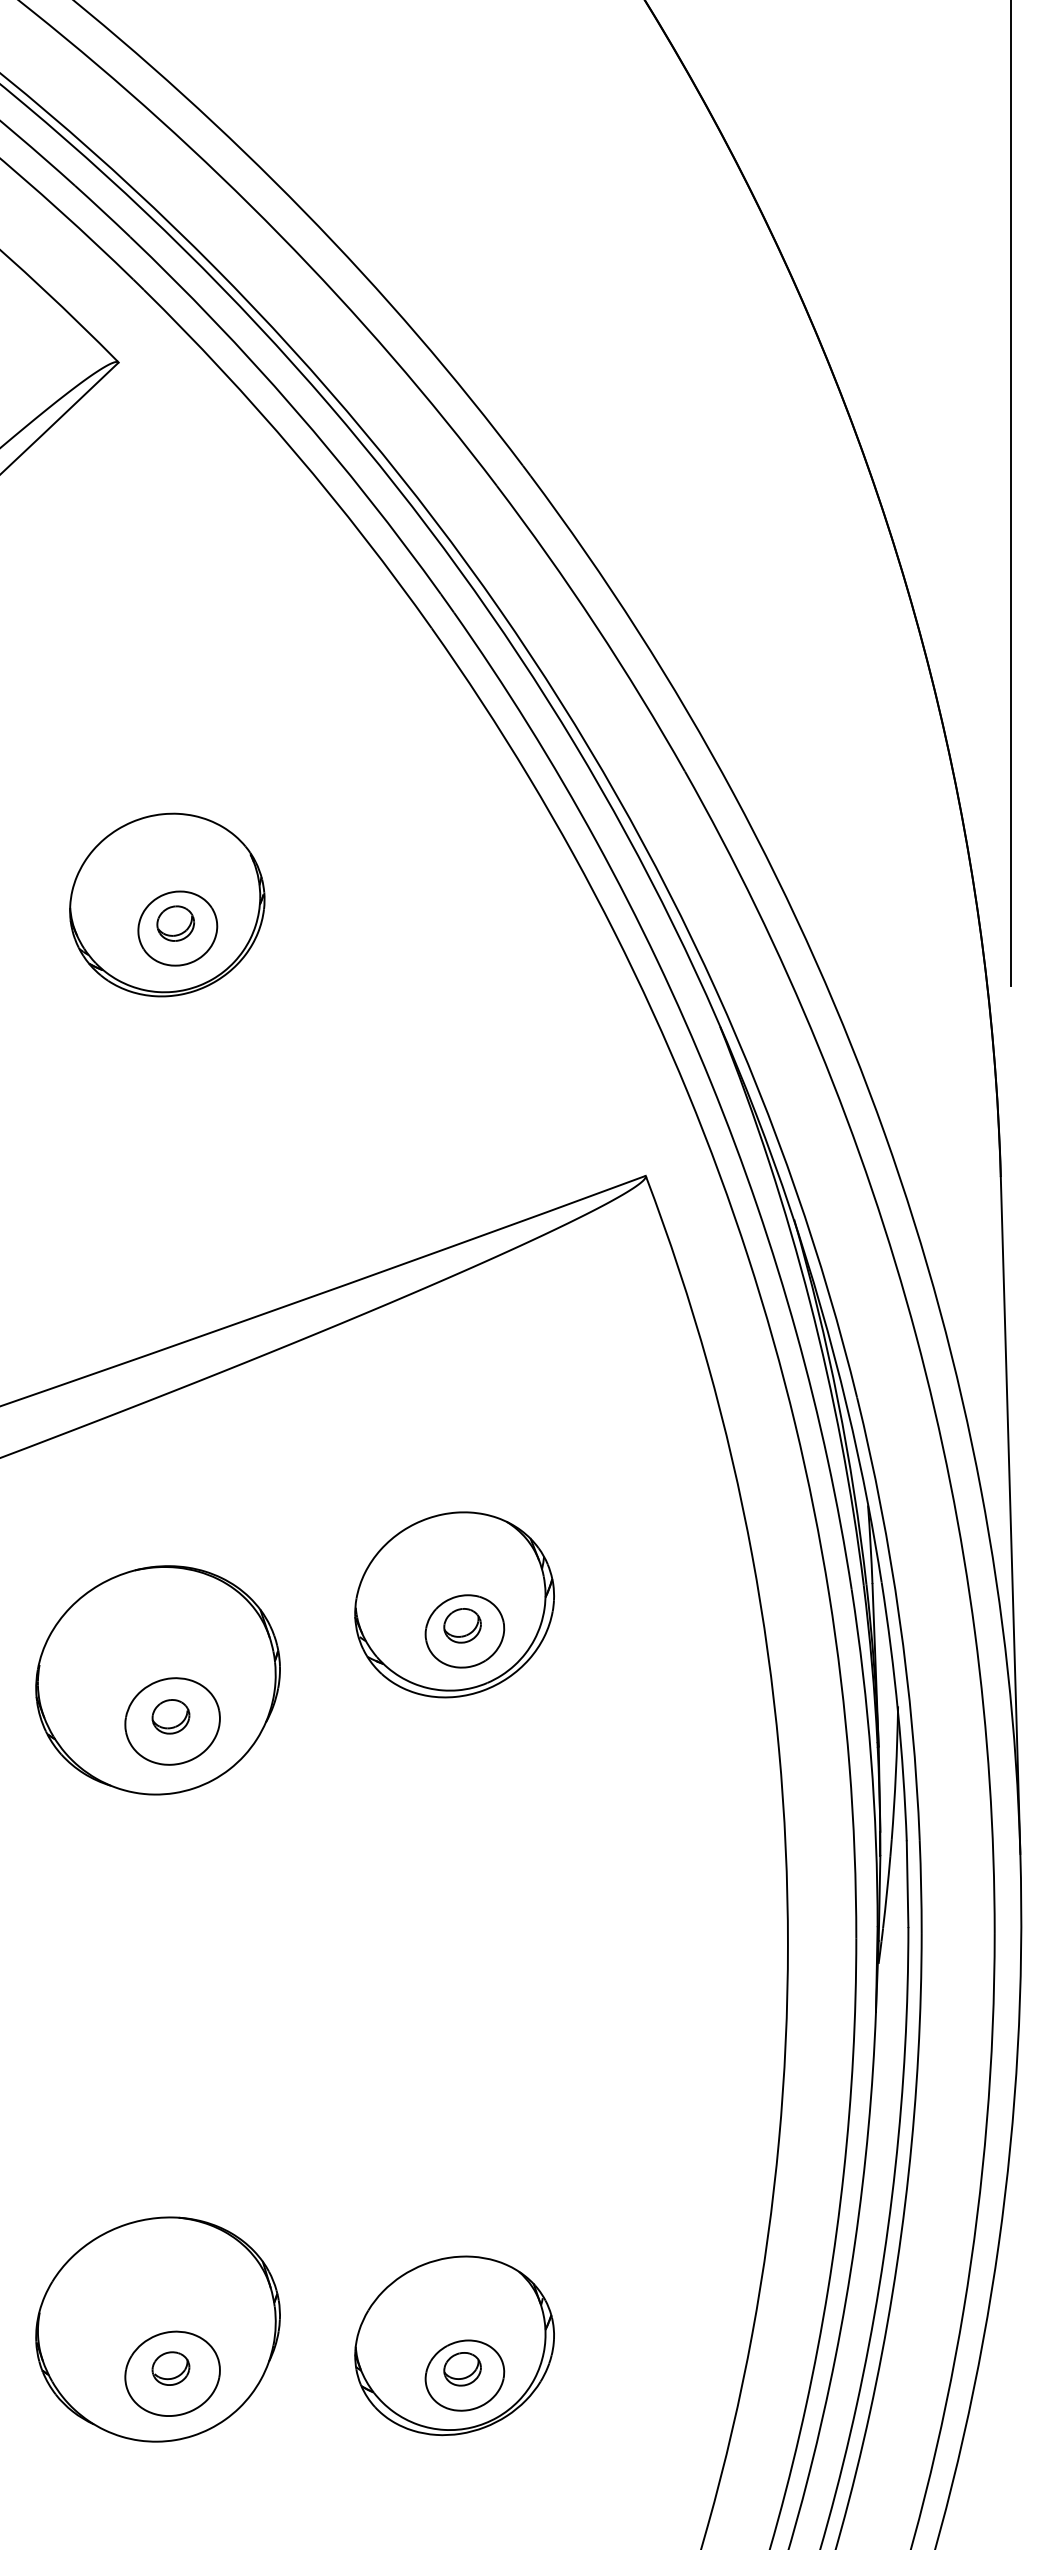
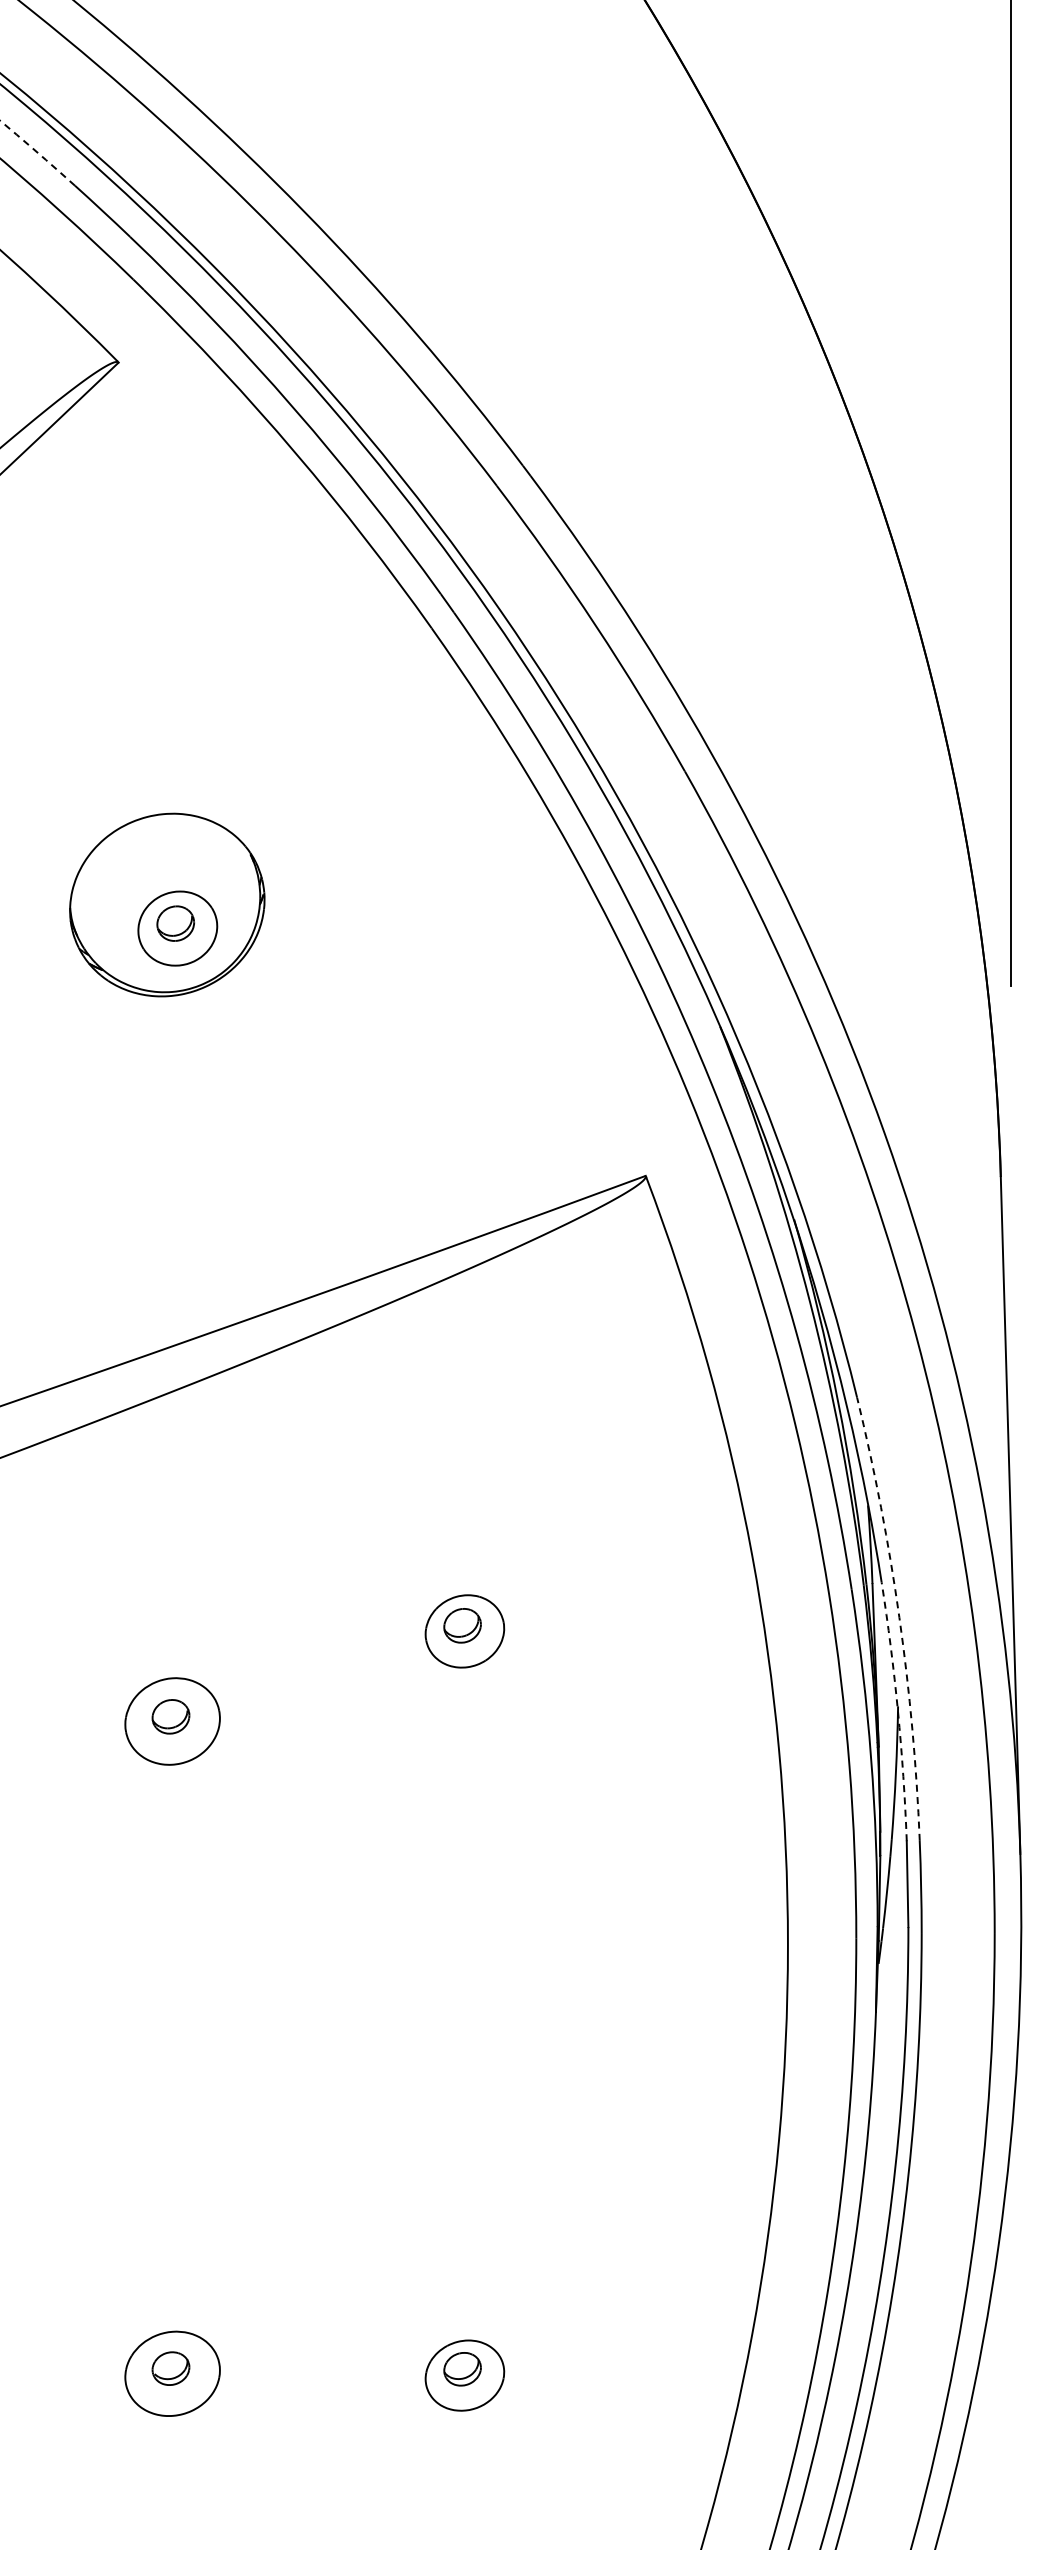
arc at (37, 153): solid -> dashed
part at (454, 1604): present -> none
arc at (899, 1617): solid -> dashed
part at (157, 1680): present -> none
arc at (897, 1711): solid -> dashed
part at (157, 2329): present -> none
part at (454, 2345): present -> none
